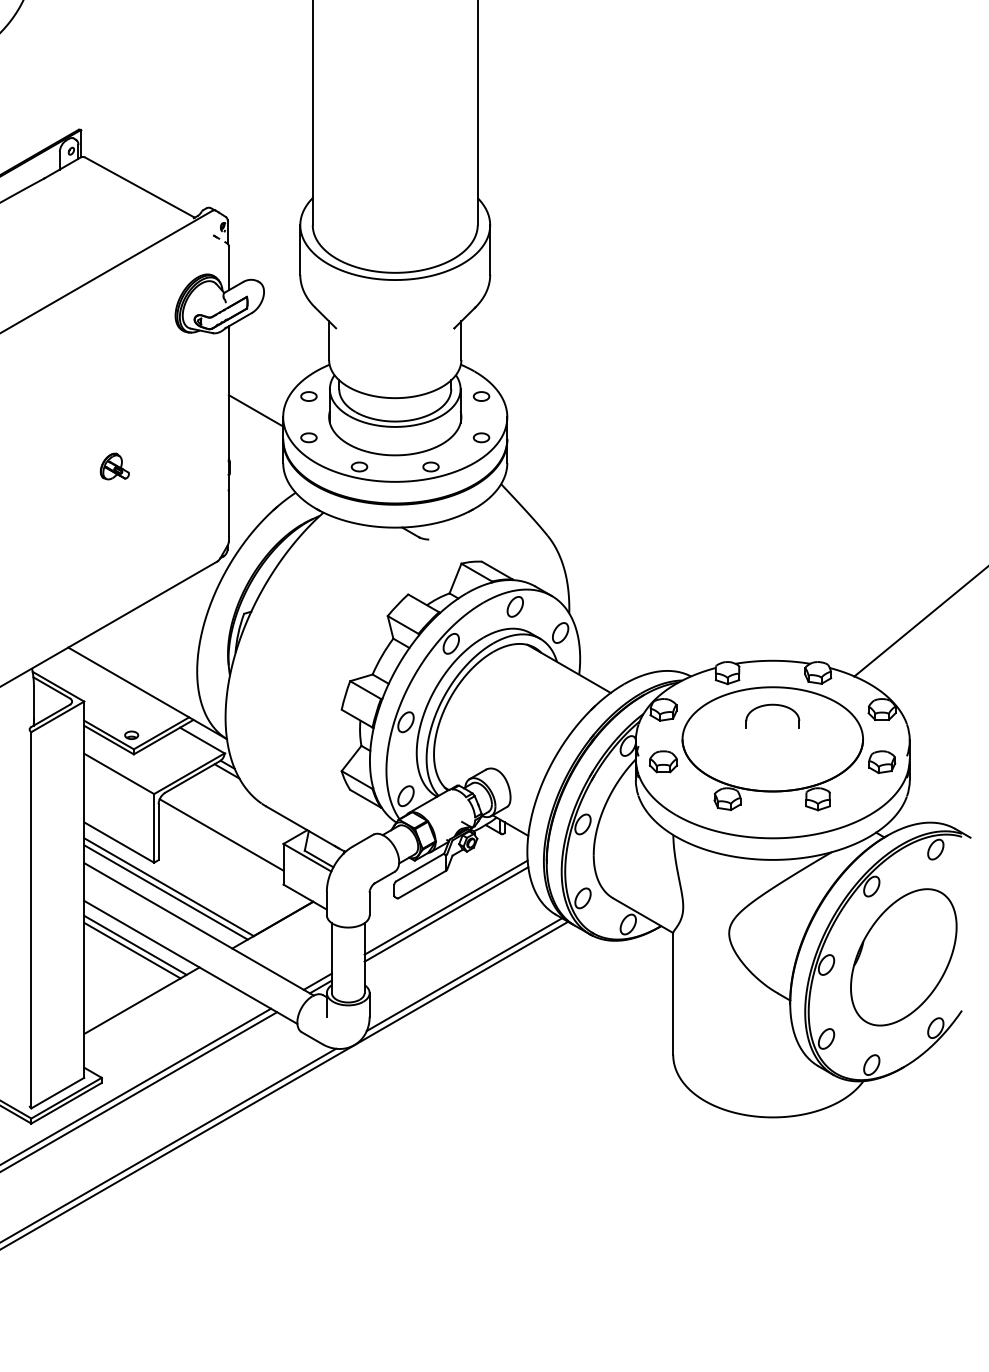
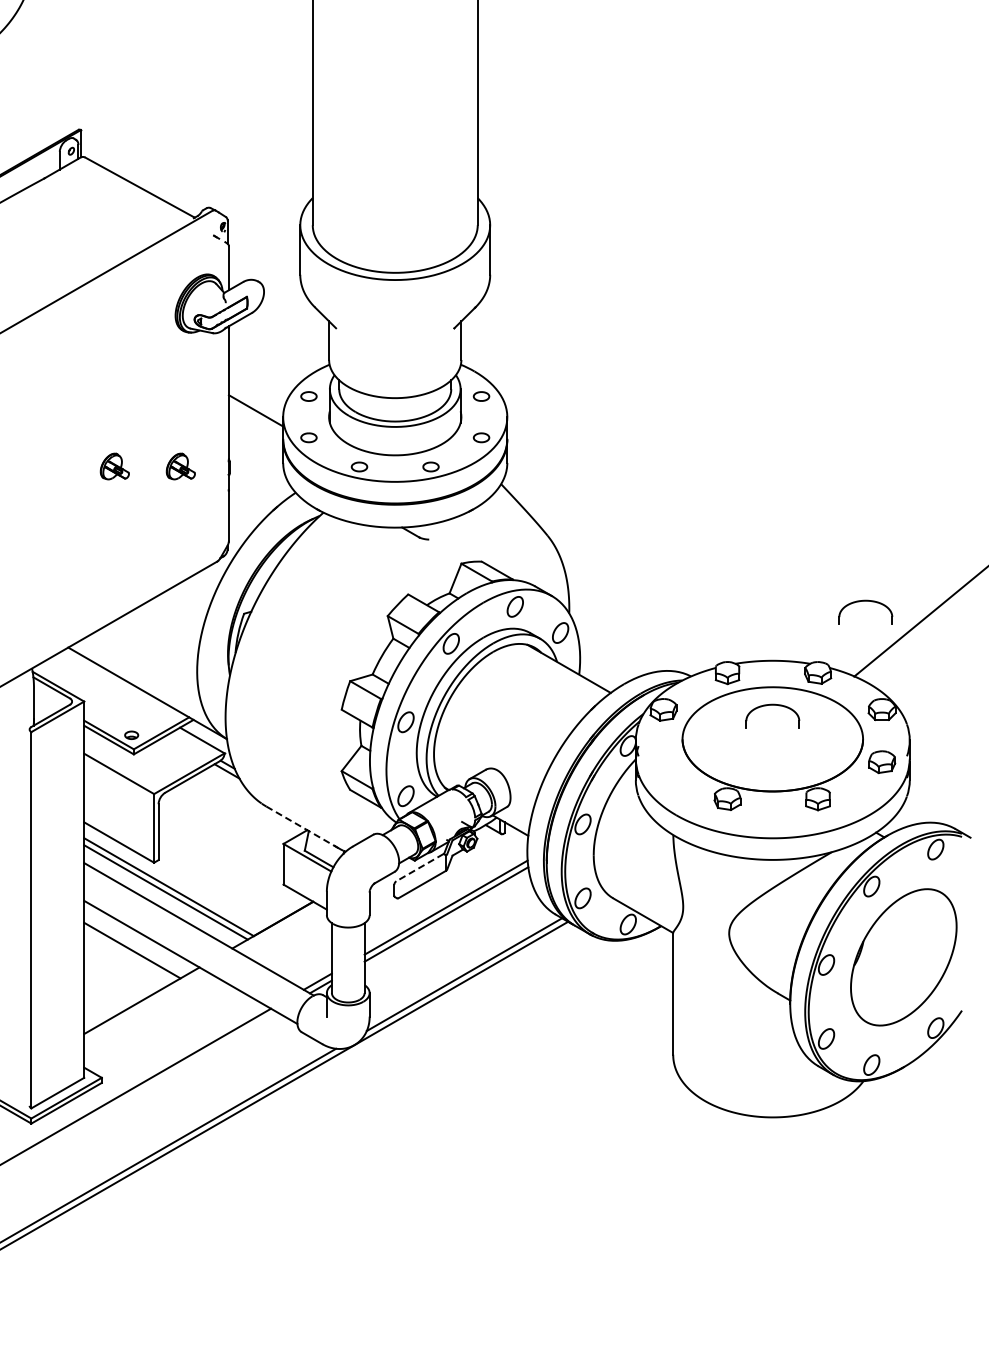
part at (180, 466): none -> present
part at (865, 601): none -> present
part at (663, 761): present -> none
line at (302, 827): solid -> dashed
line at (221, 834): present -> none
line at (419, 867): solid -> dashed
line at (135, 944): present -> none
line at (139, 1091): present -> none
